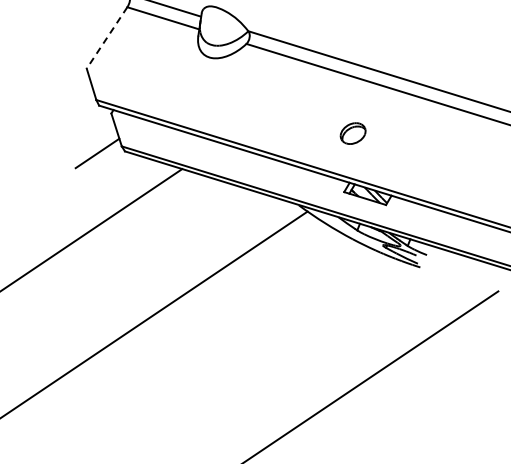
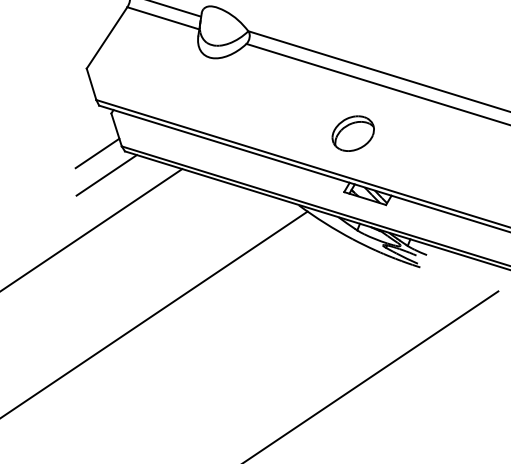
line at (107, 37): dashed -> solid
part at (352, 133) size: 28x23 px -> 44x37 px
line at (106, 175): none -> present
